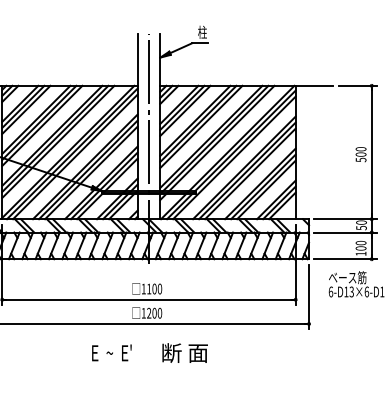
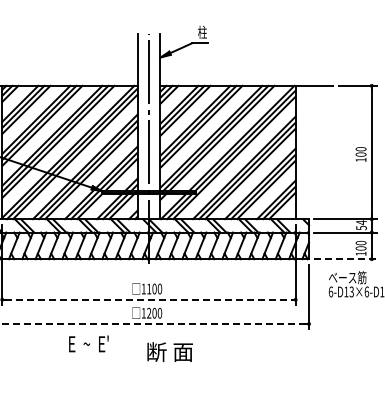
text at (360, 159): 500 -> 100
text at (361, 222): 50 -> 54
line at (346, 259): solid -> dashed
line at (149, 299): solid -> dashed
line at (153, 323): solid -> dashed
text at (111, 352) position: (111, 352) -> (88, 343)
text at (184, 352) position: (184, 352) -> (169, 351)
